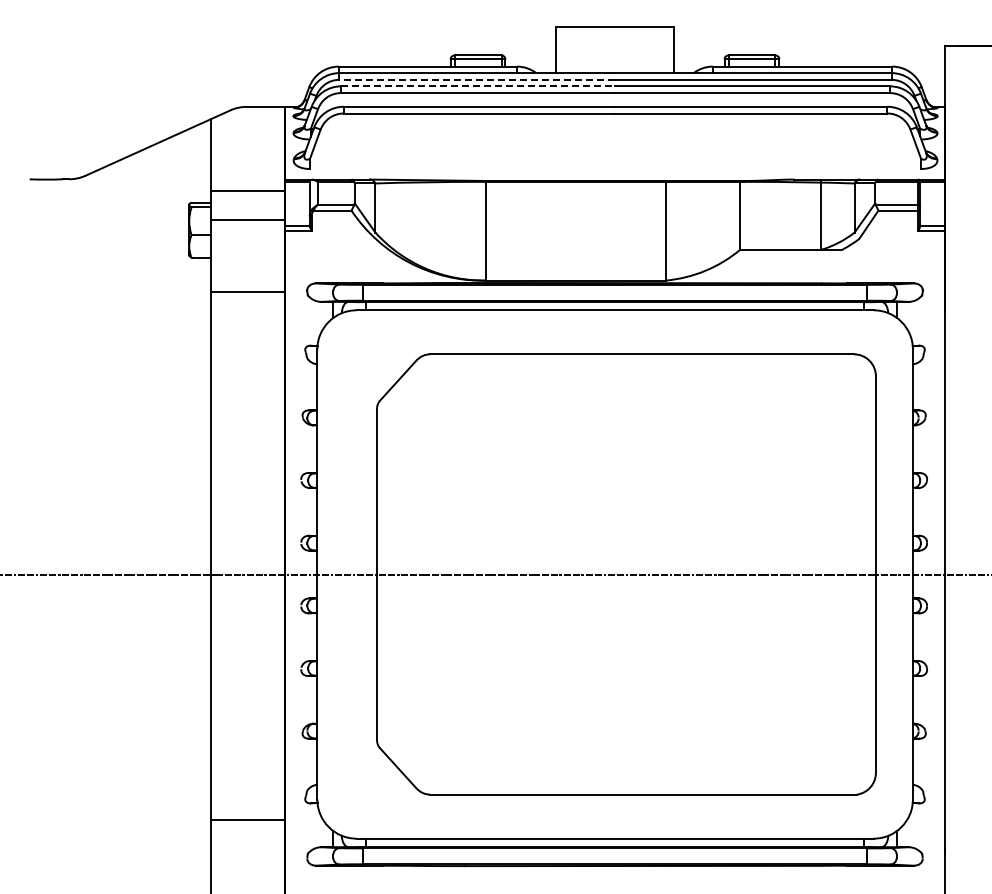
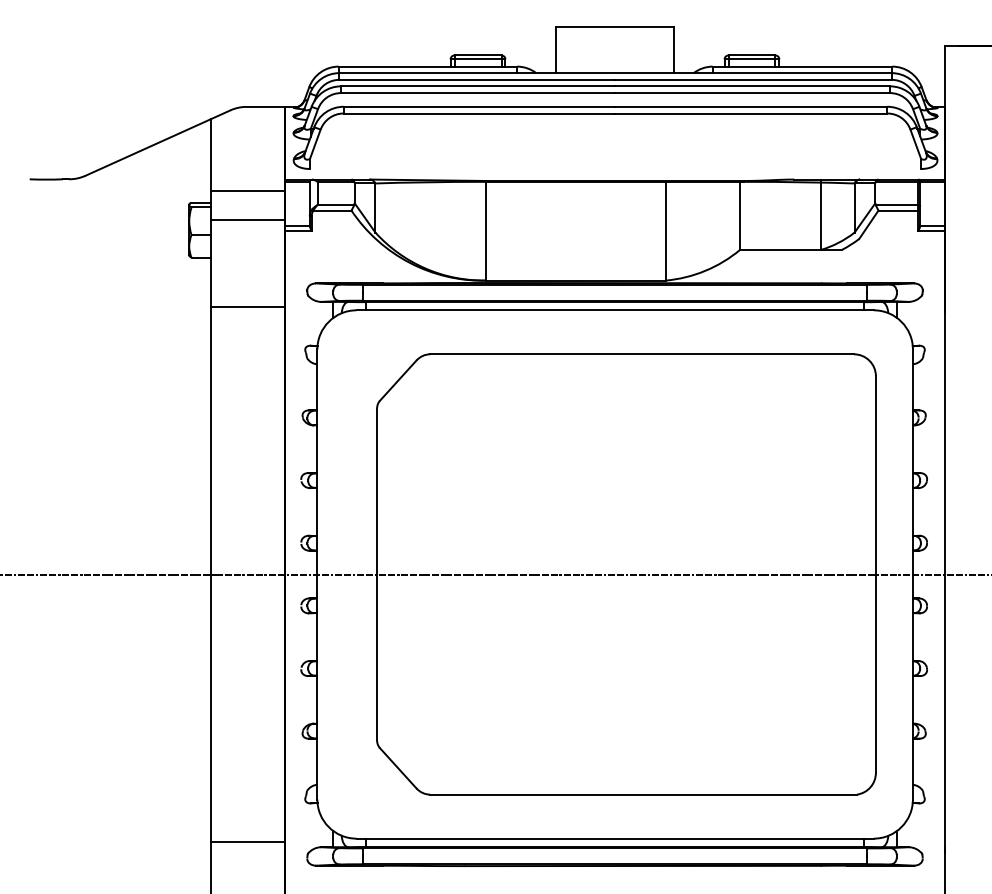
line at (477, 79): dashed -> solid
line at (478, 86): dashed -> solid
line at (247, 291) position: (247, 291) -> (247, 306)
line at (247, 820) position: (247, 820) -> (247, 842)
